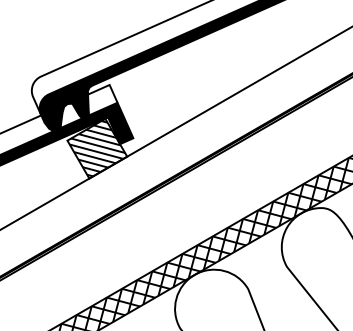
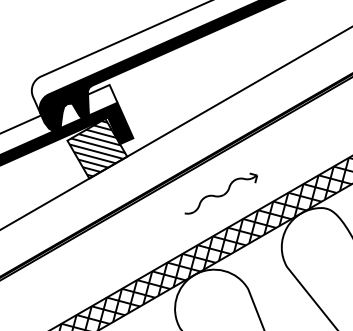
part at (220, 193): none -> present
